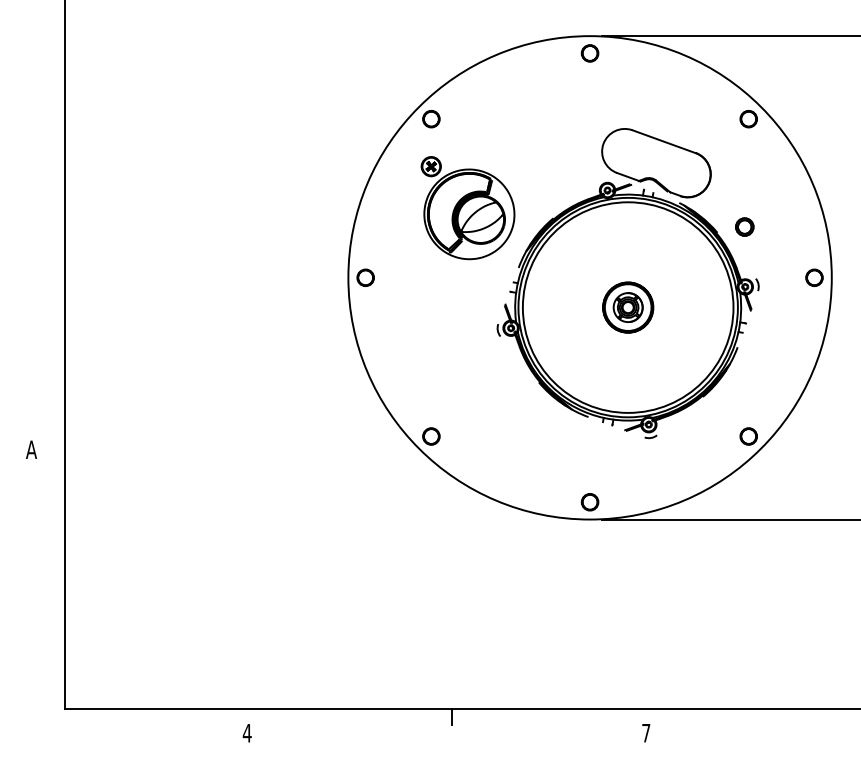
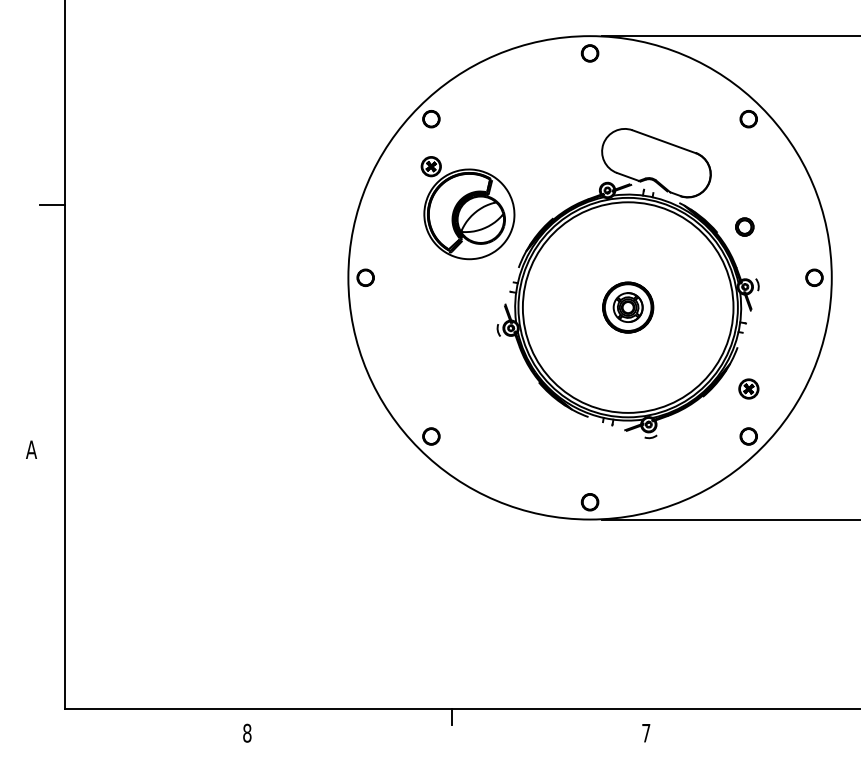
line at (52, 205): none -> present
part at (748, 388): none -> present
text at (246, 732): 4 -> 8
